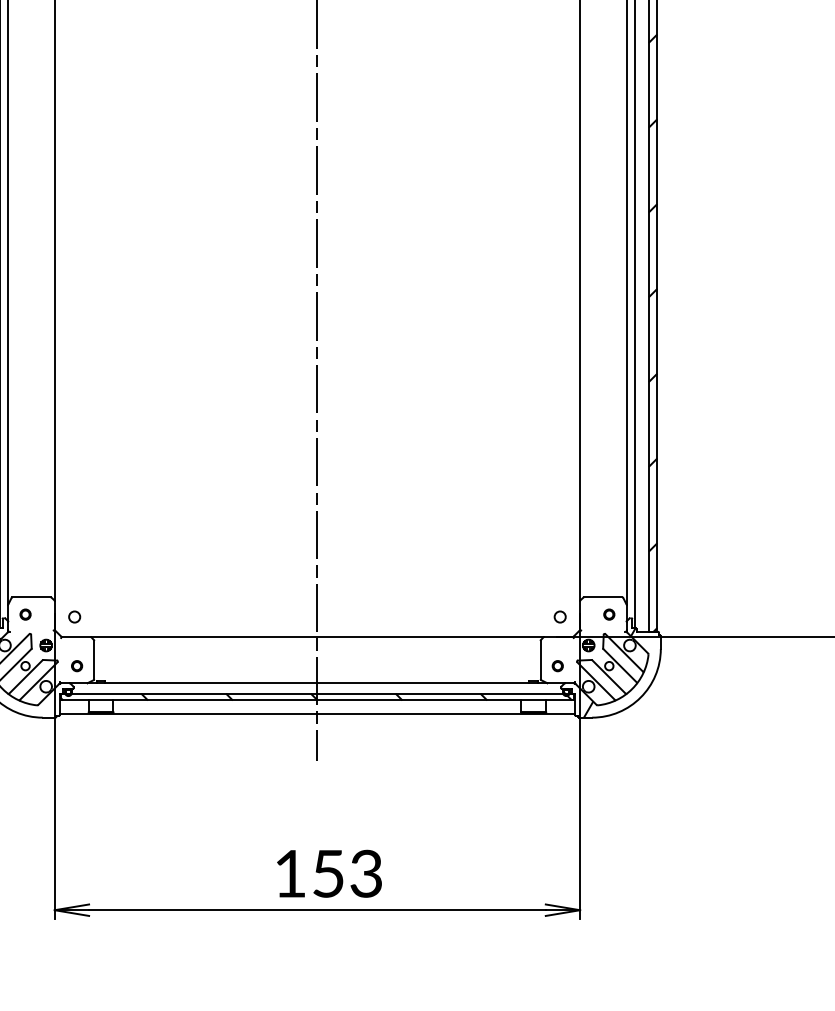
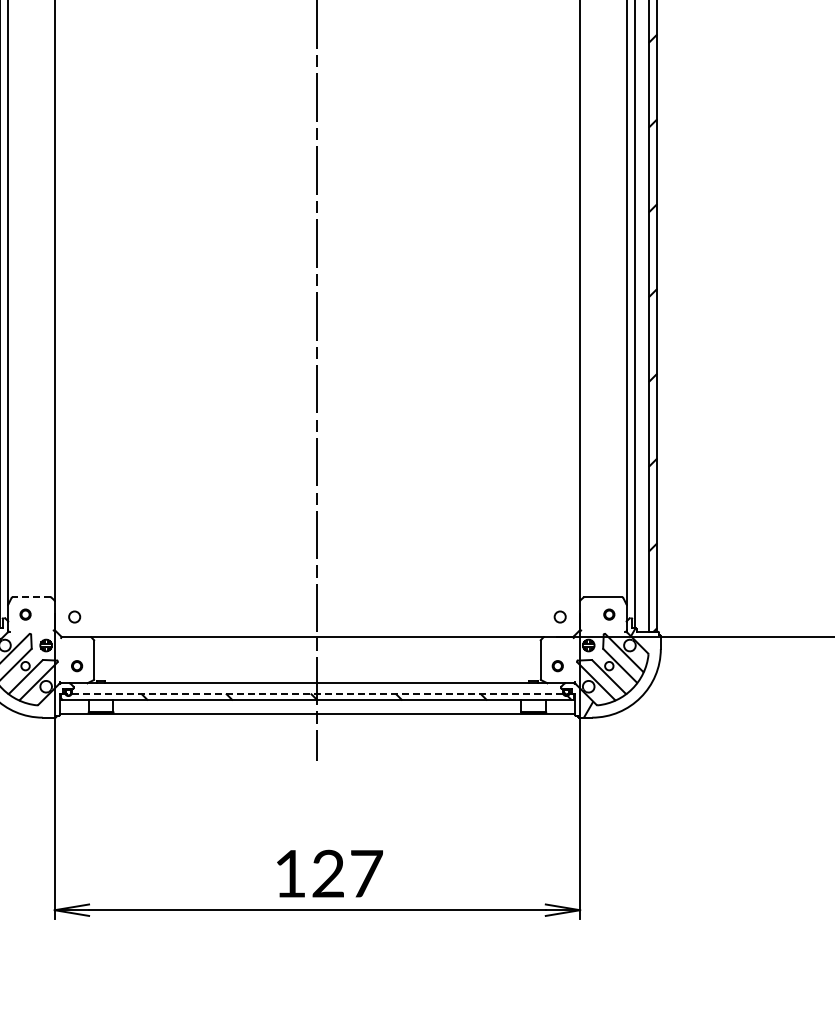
line at (31, 597): solid -> dashed
line at (317, 693): solid -> dashed
text at (347, 873): 153 -> 127
